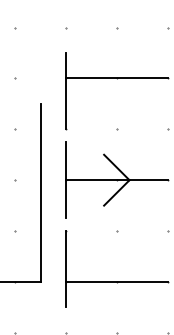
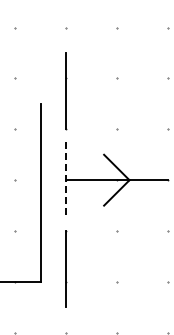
line at (116, 78): present -> none
line at (65, 180): solid -> dashed
line at (116, 281): present -> none
